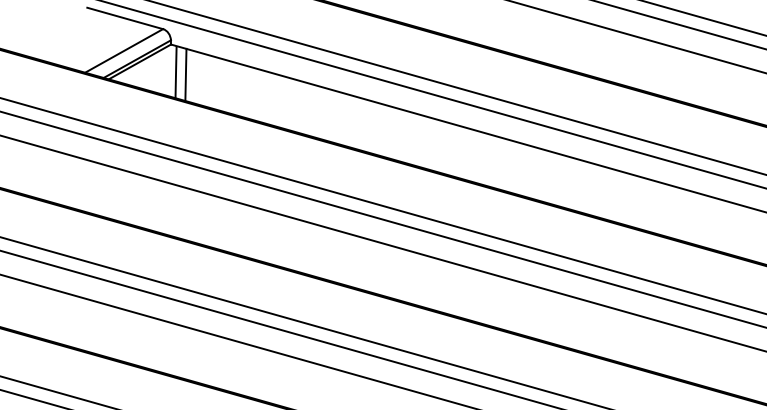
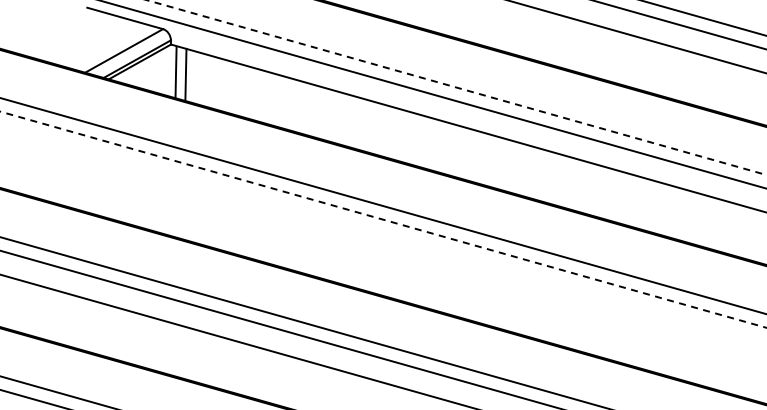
line at (456, 87): solid -> dashed
line at (383, 219): solid -> dashed
line at (382, 243): present -> none
